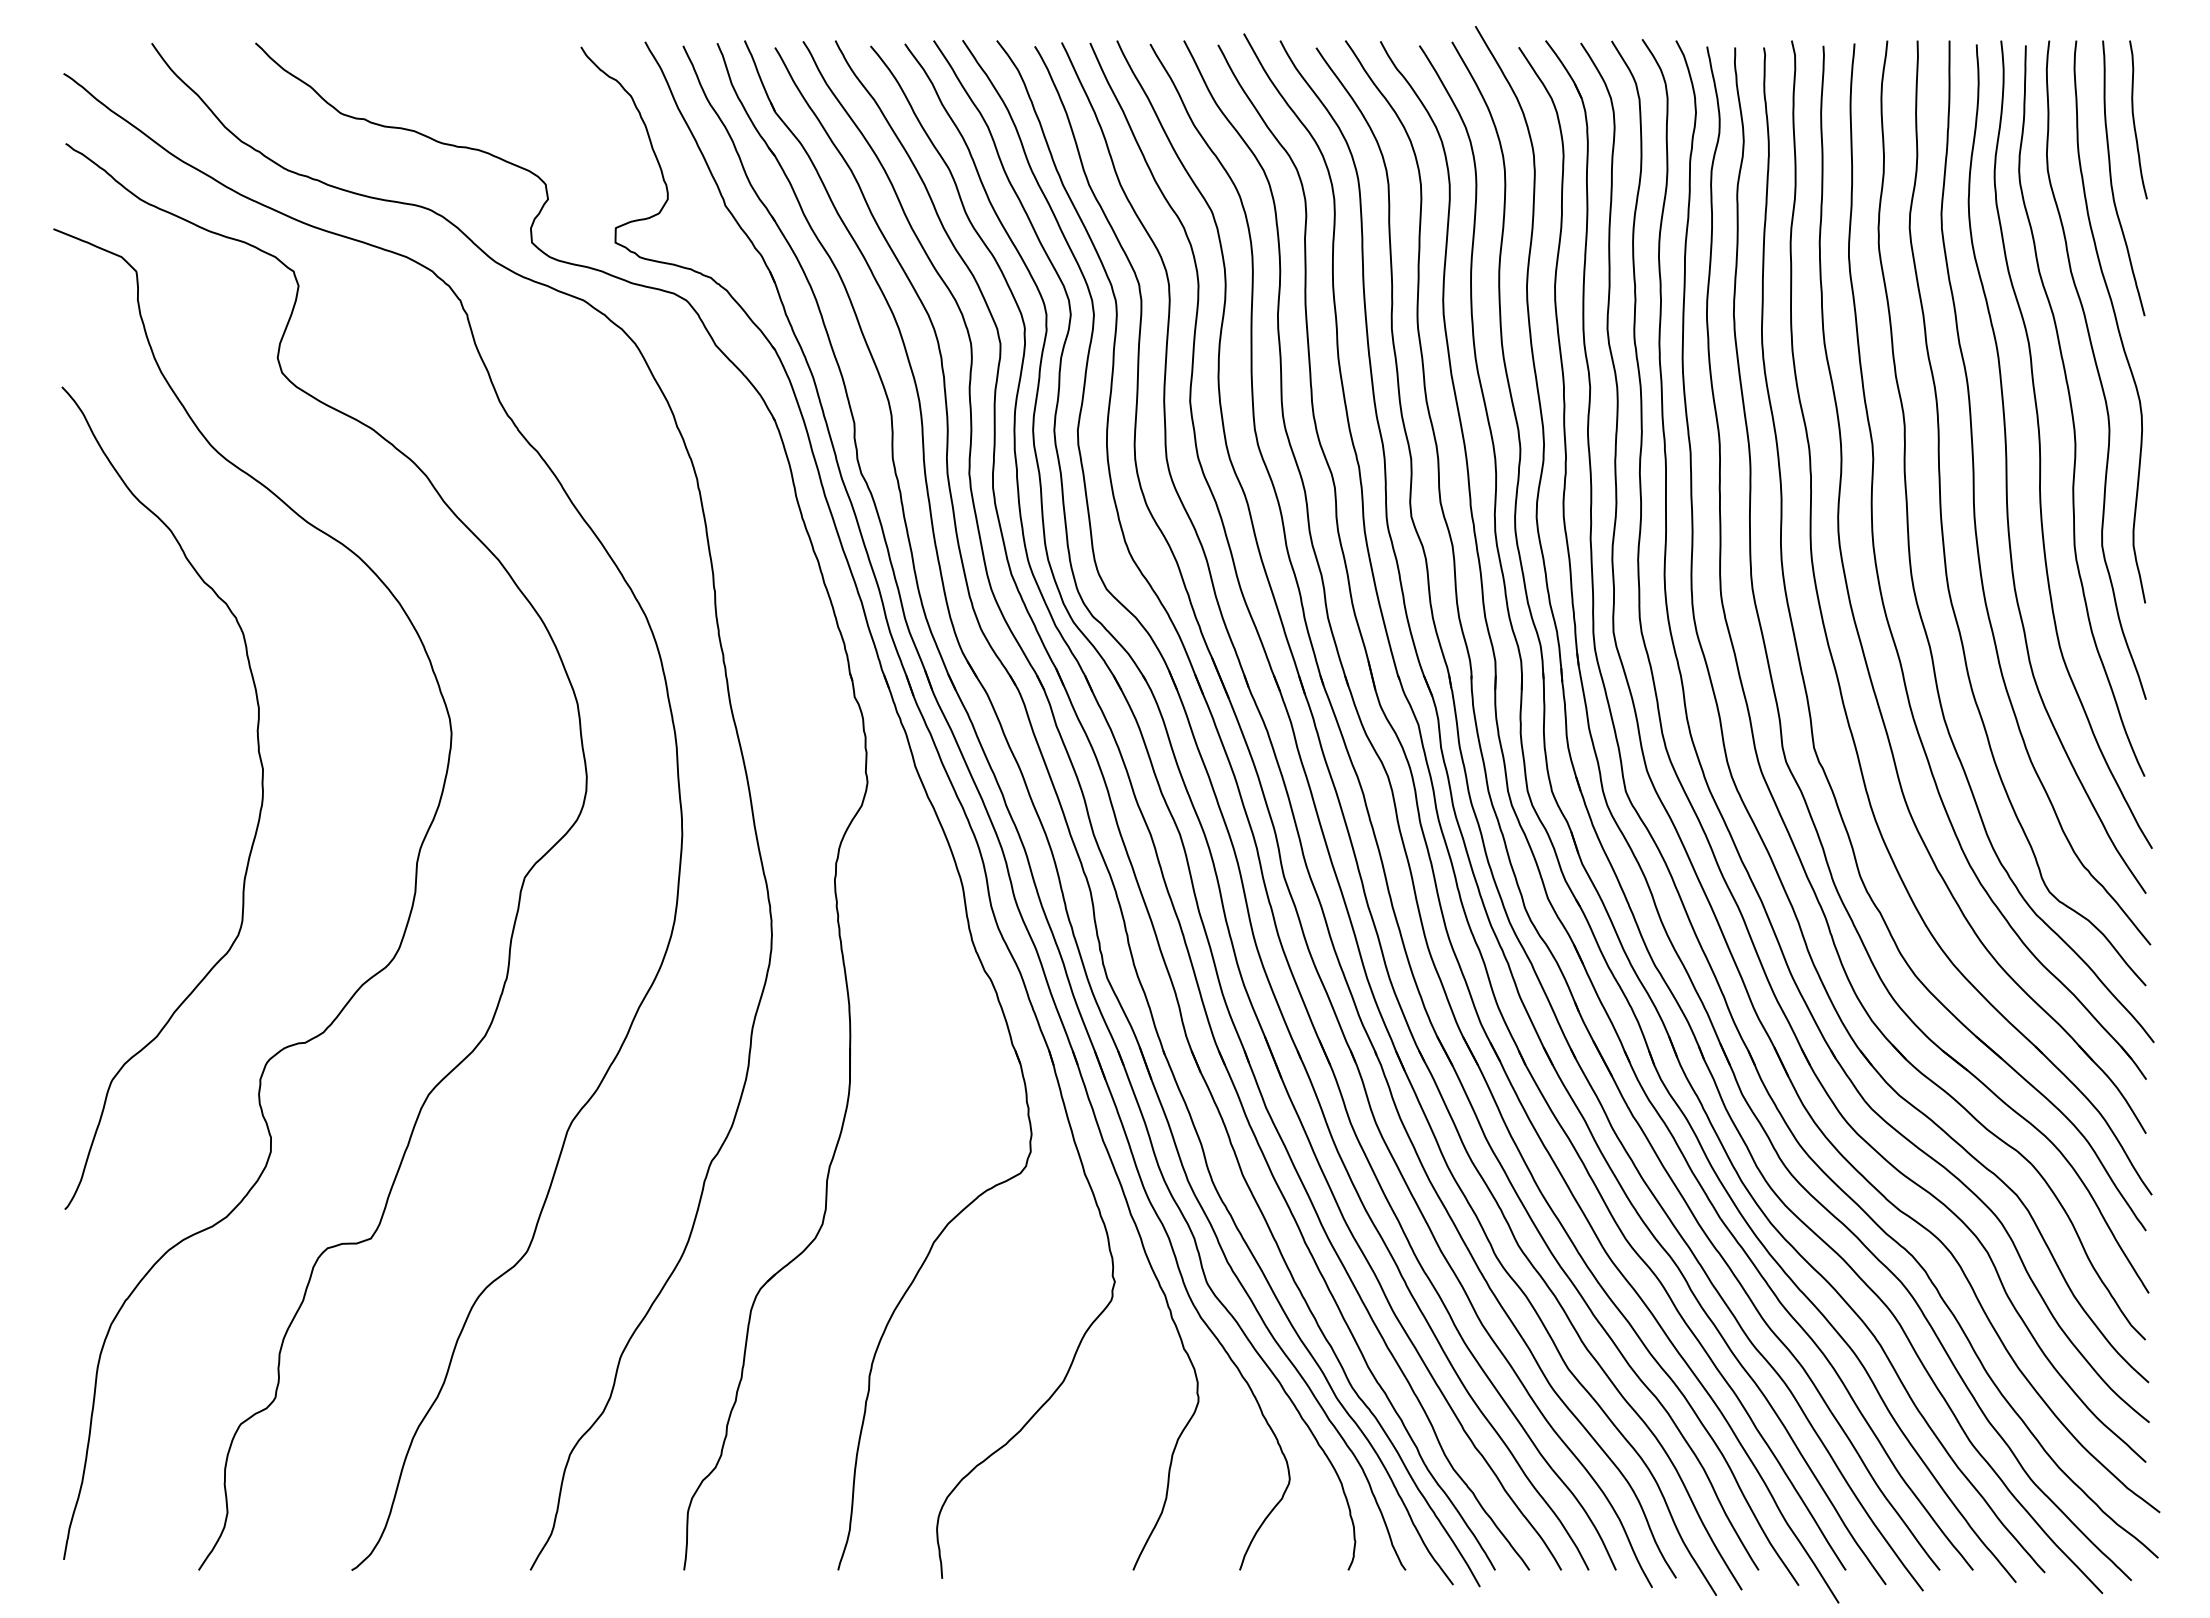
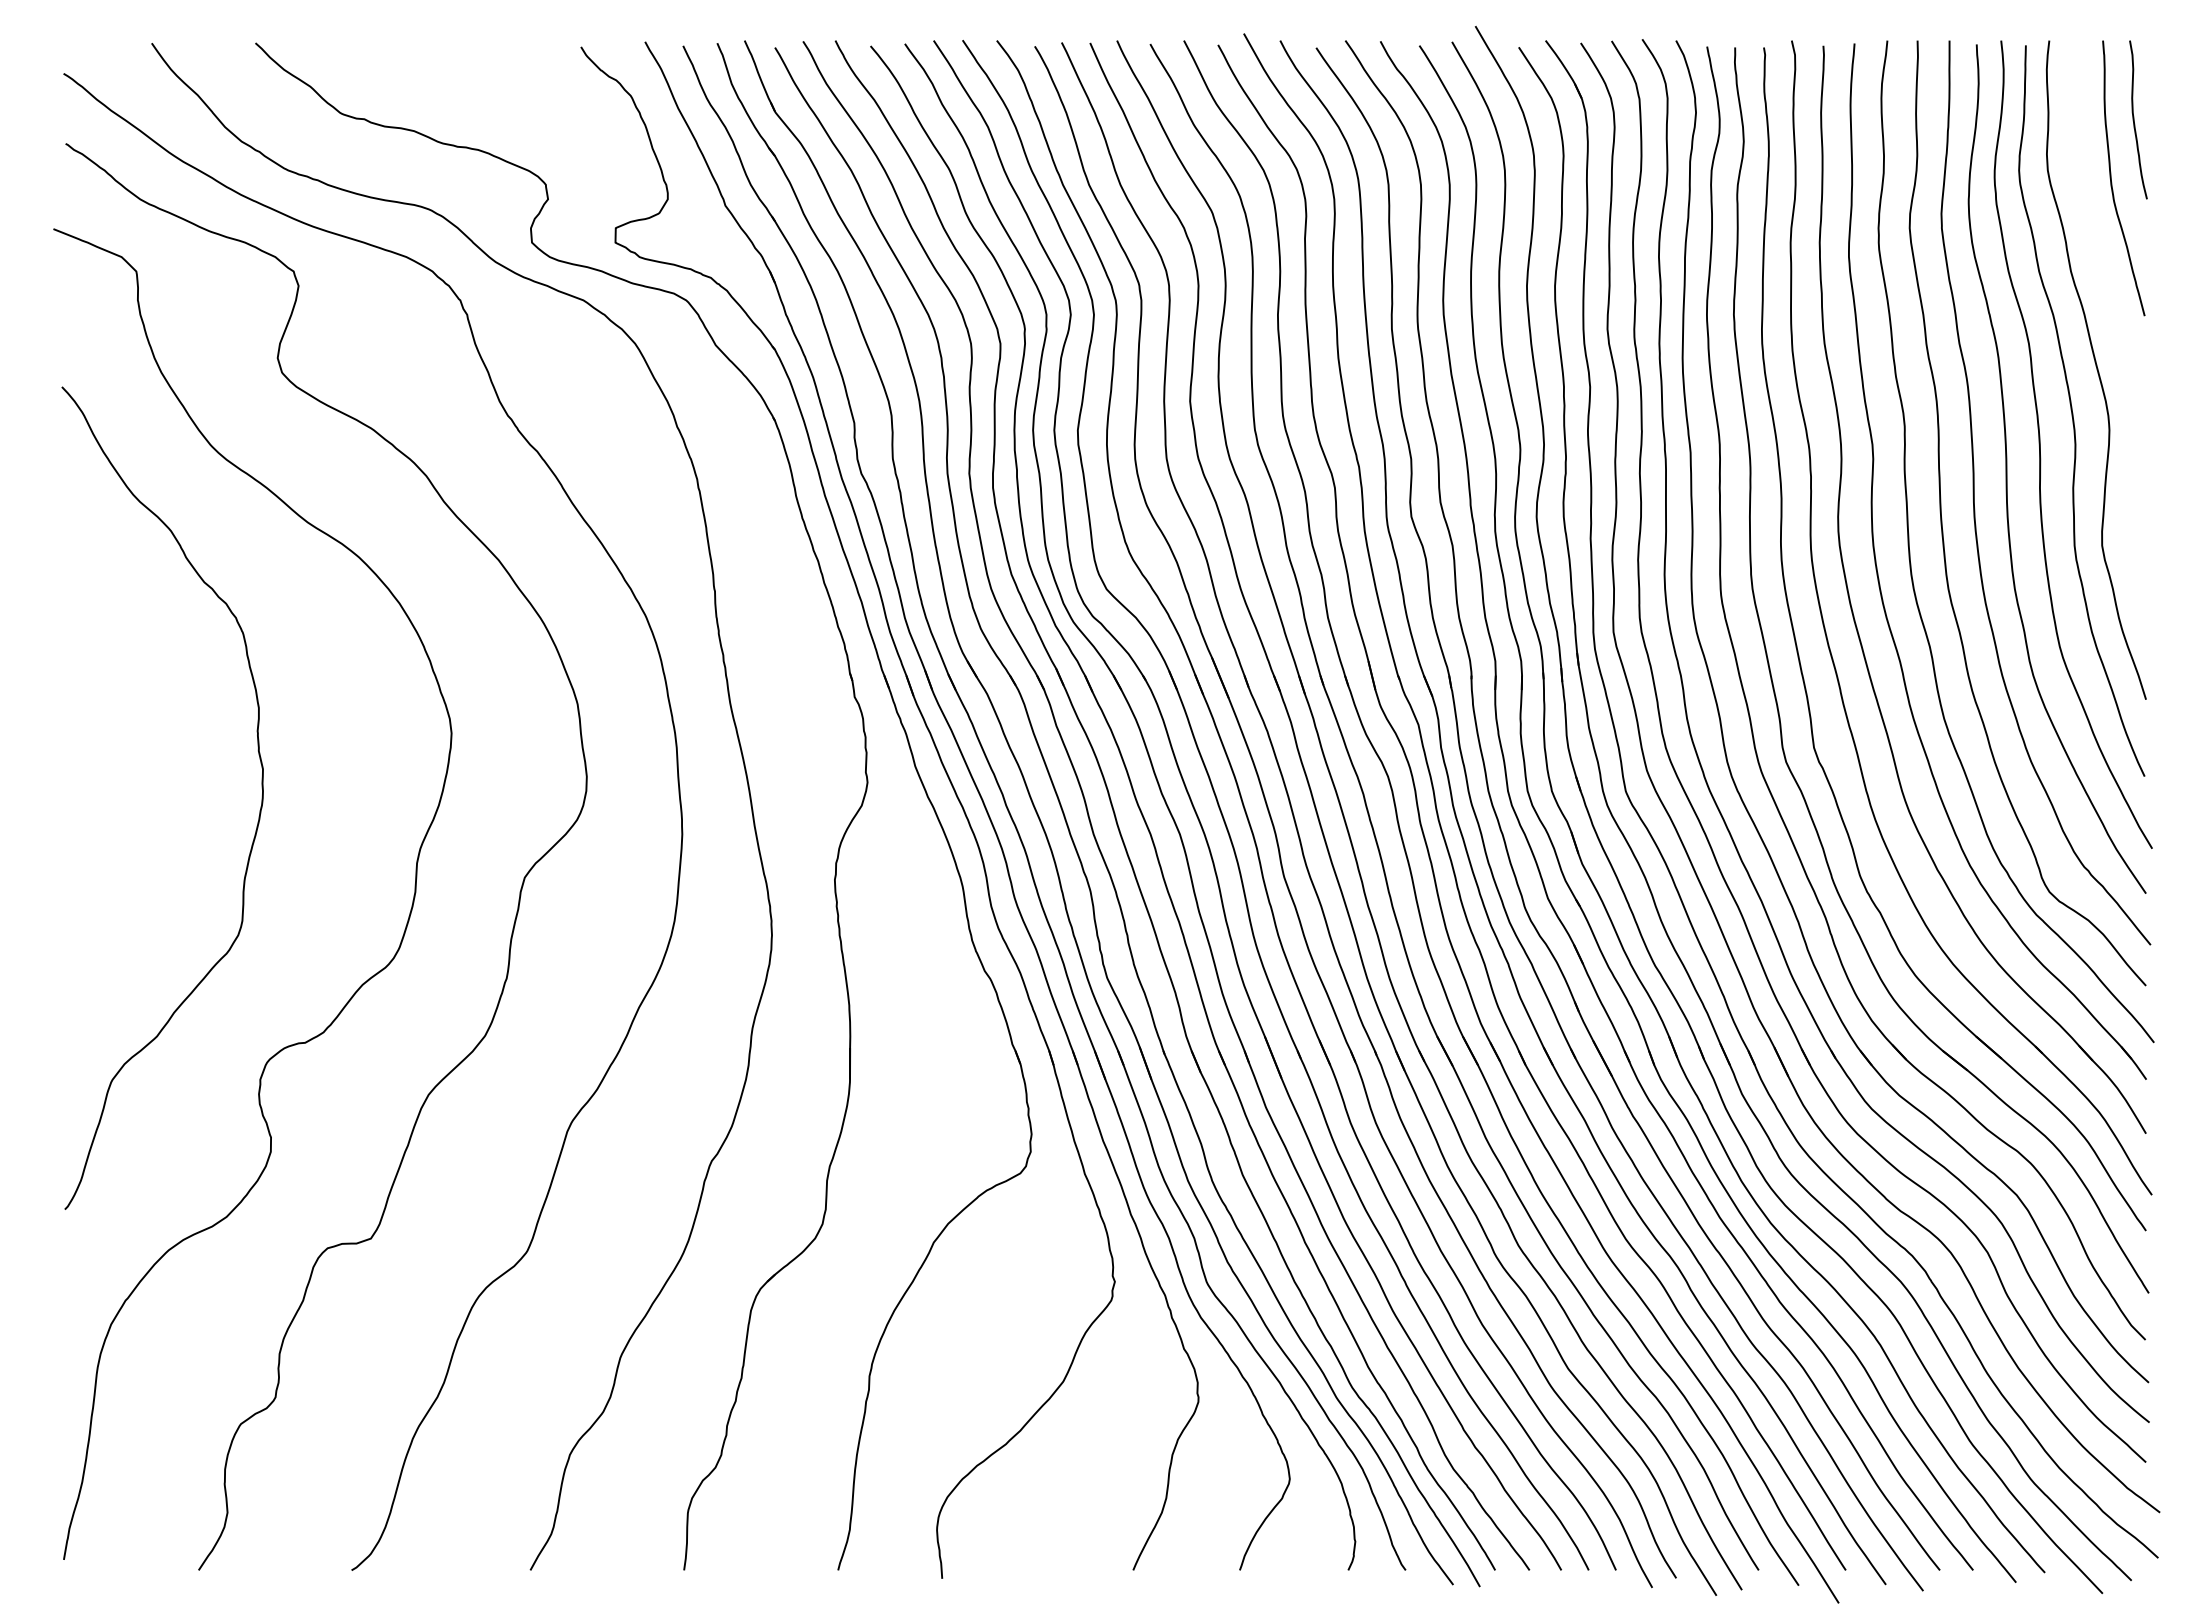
curve at (2115, 321): present -> none
